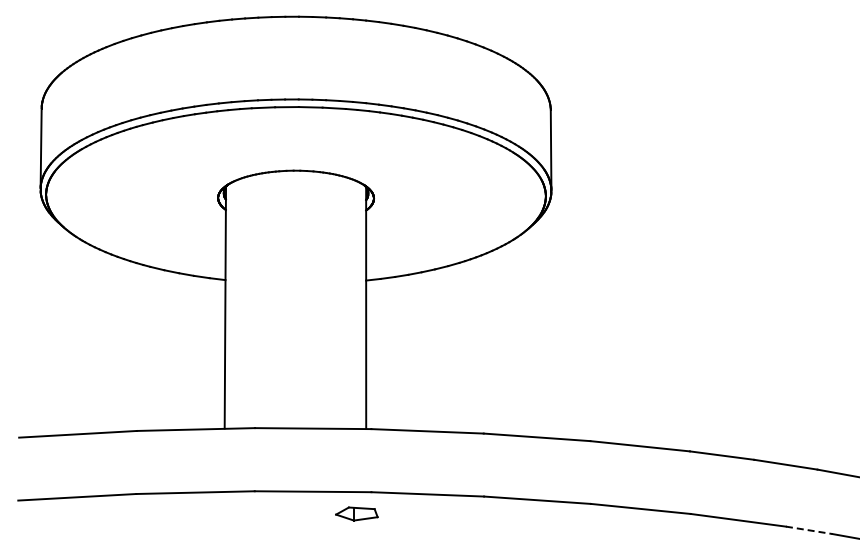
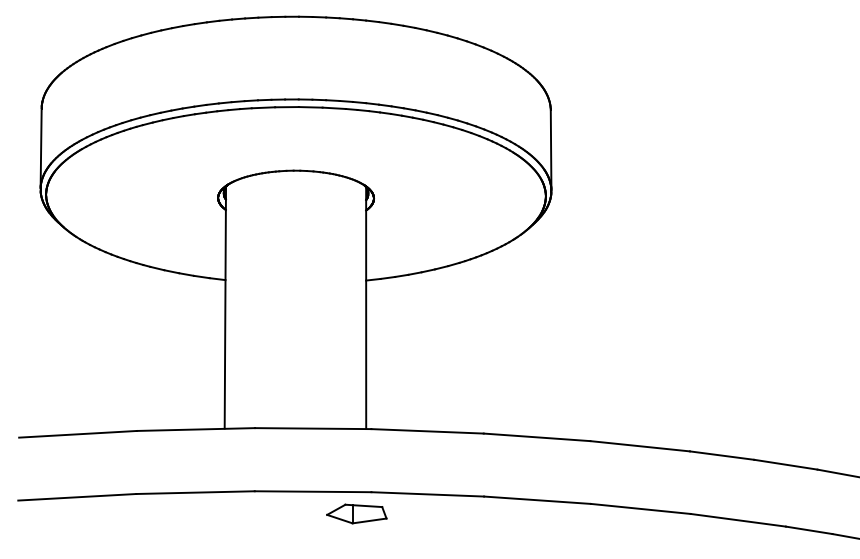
part at (356, 513) size: 44x16 px -> 62x22 px
line at (809, 530): dashed -> solid
